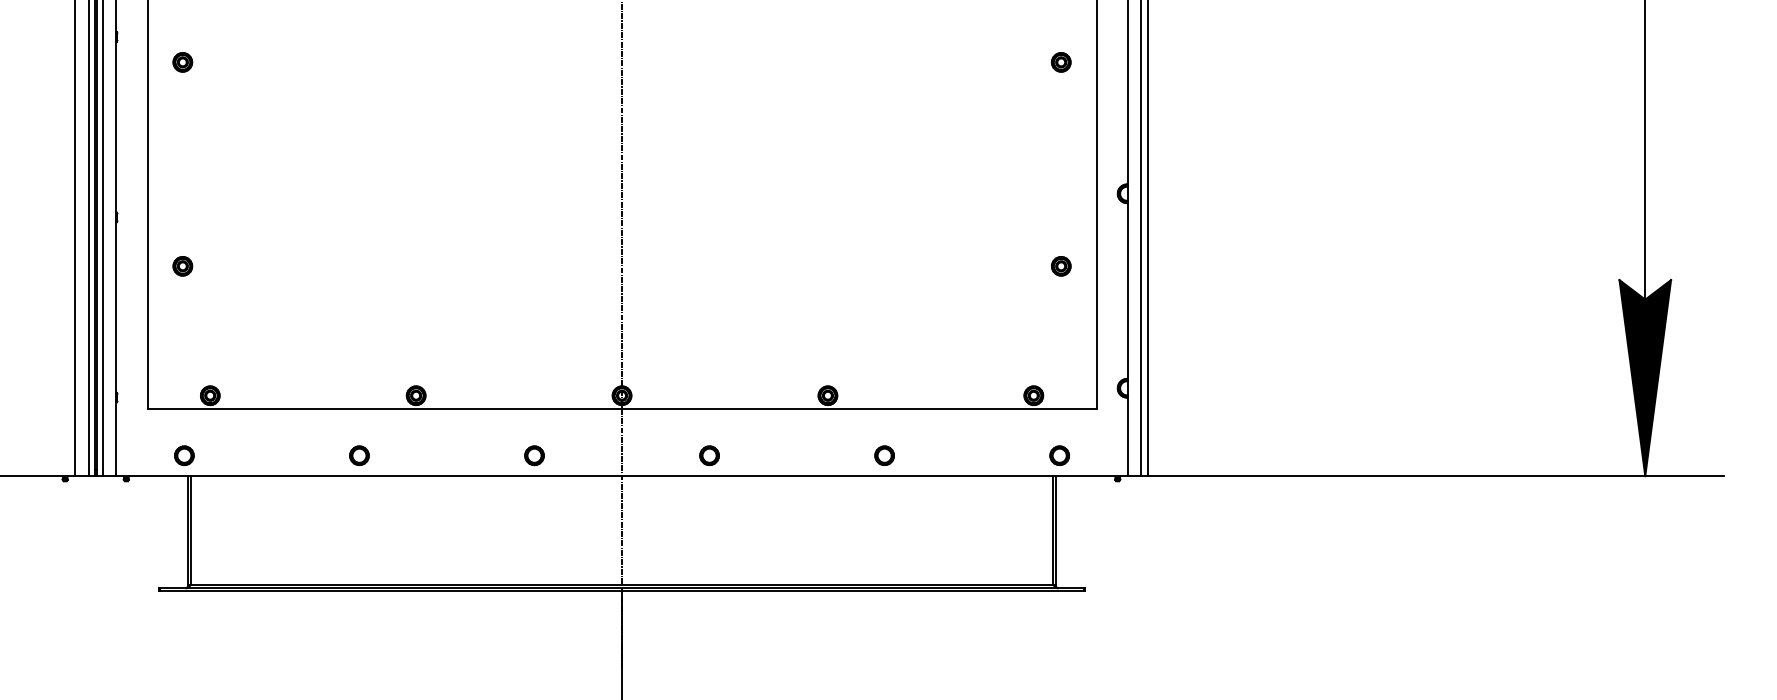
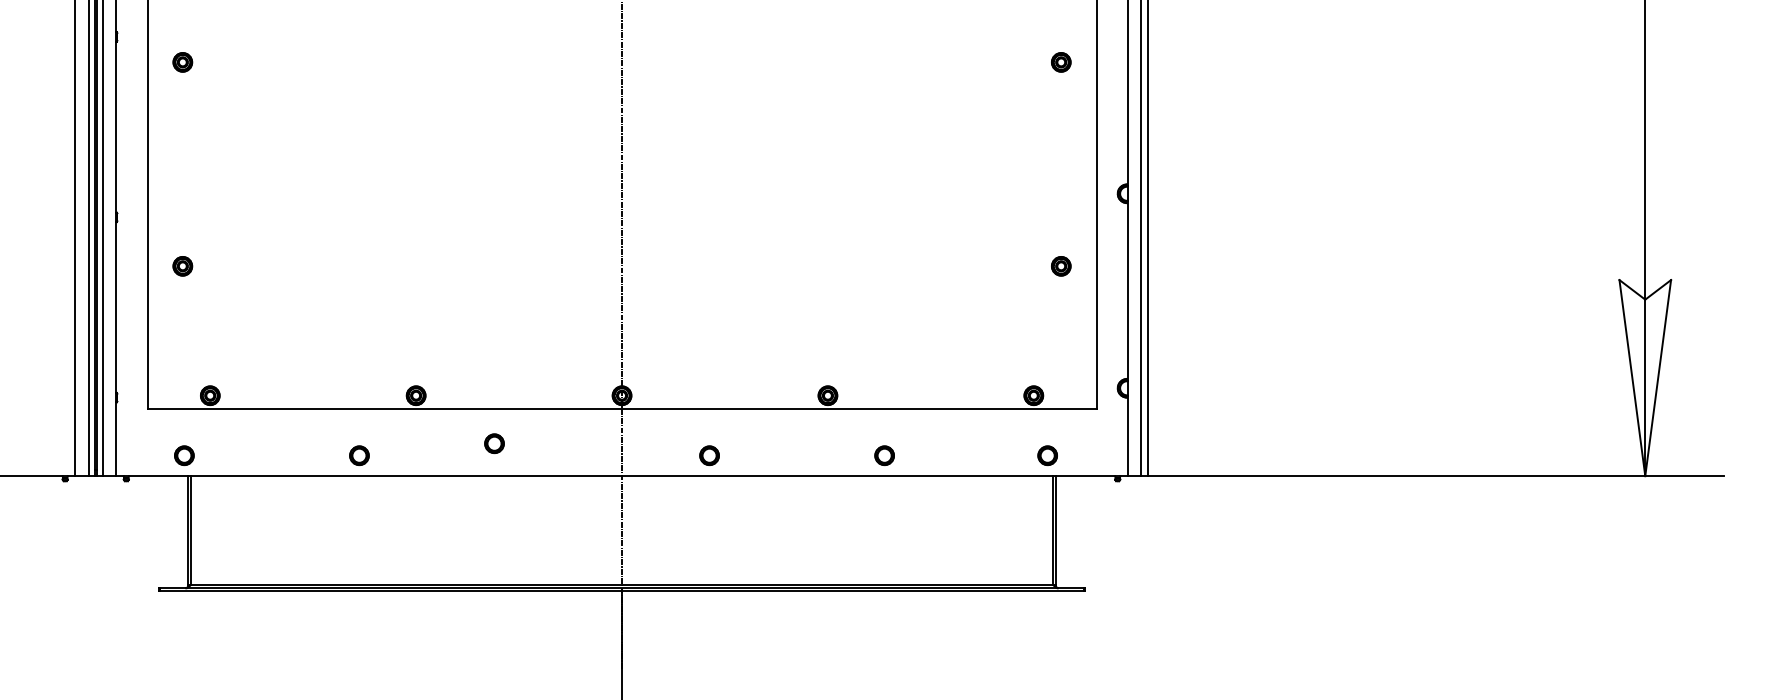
fill at (1645, 378): present -> none
part at (534, 455) position: (534, 455) -> (494, 443)
part at (1059, 455) position: (1059, 455) -> (1047, 455)
